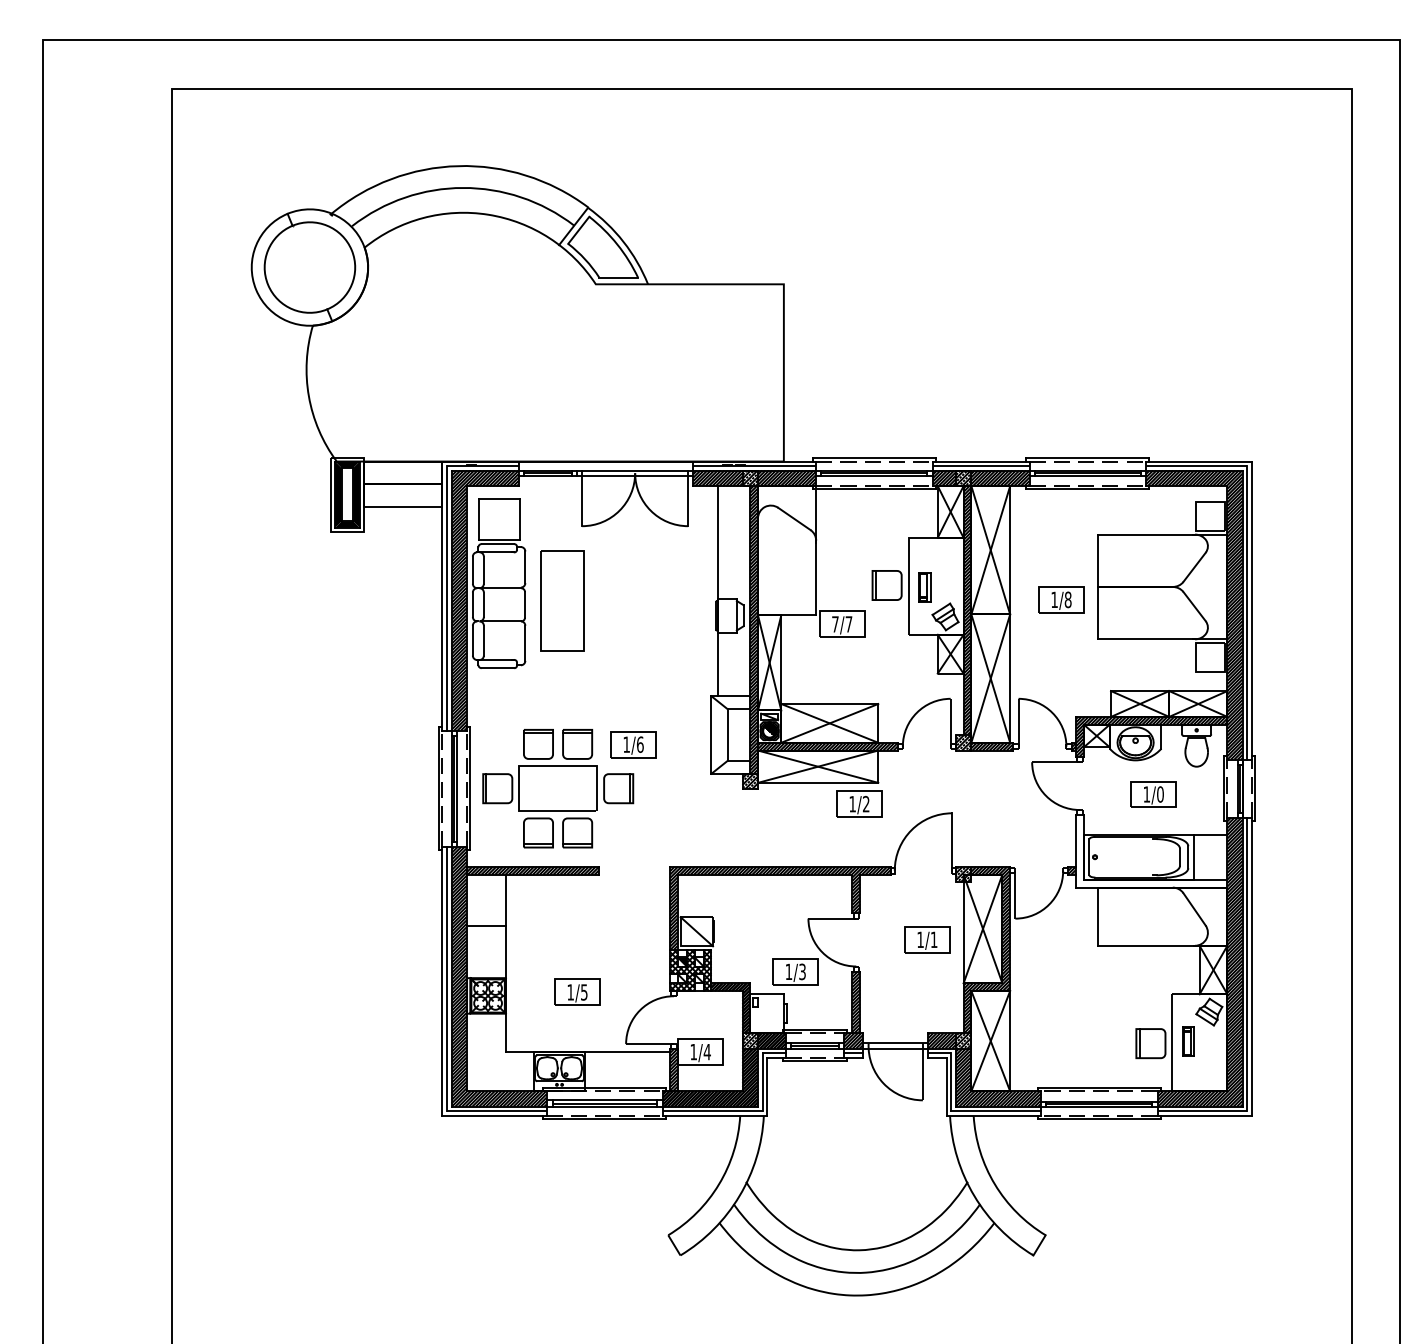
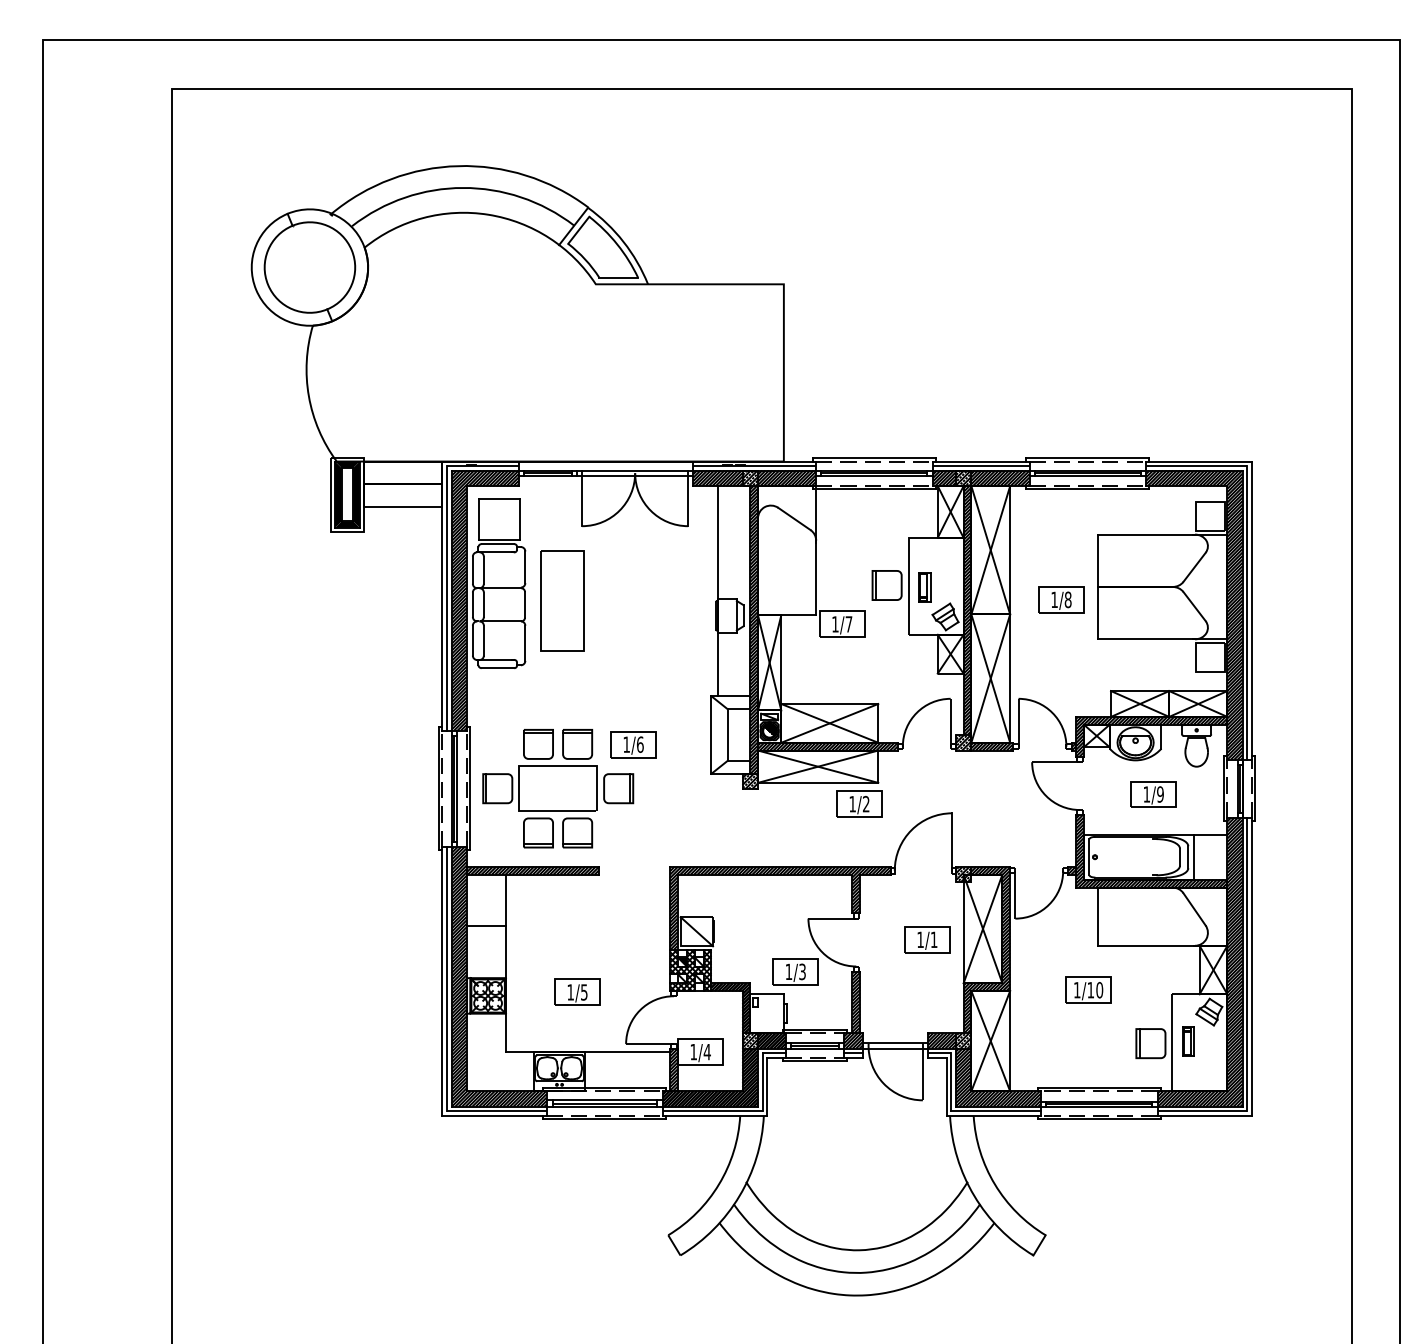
text at (835, 624): 7/7 -> 1/7
text at (1160, 794): 1/0 -> 1/9
hatch at (1151, 851): none -> present
part at (1088, 989): none -> present
